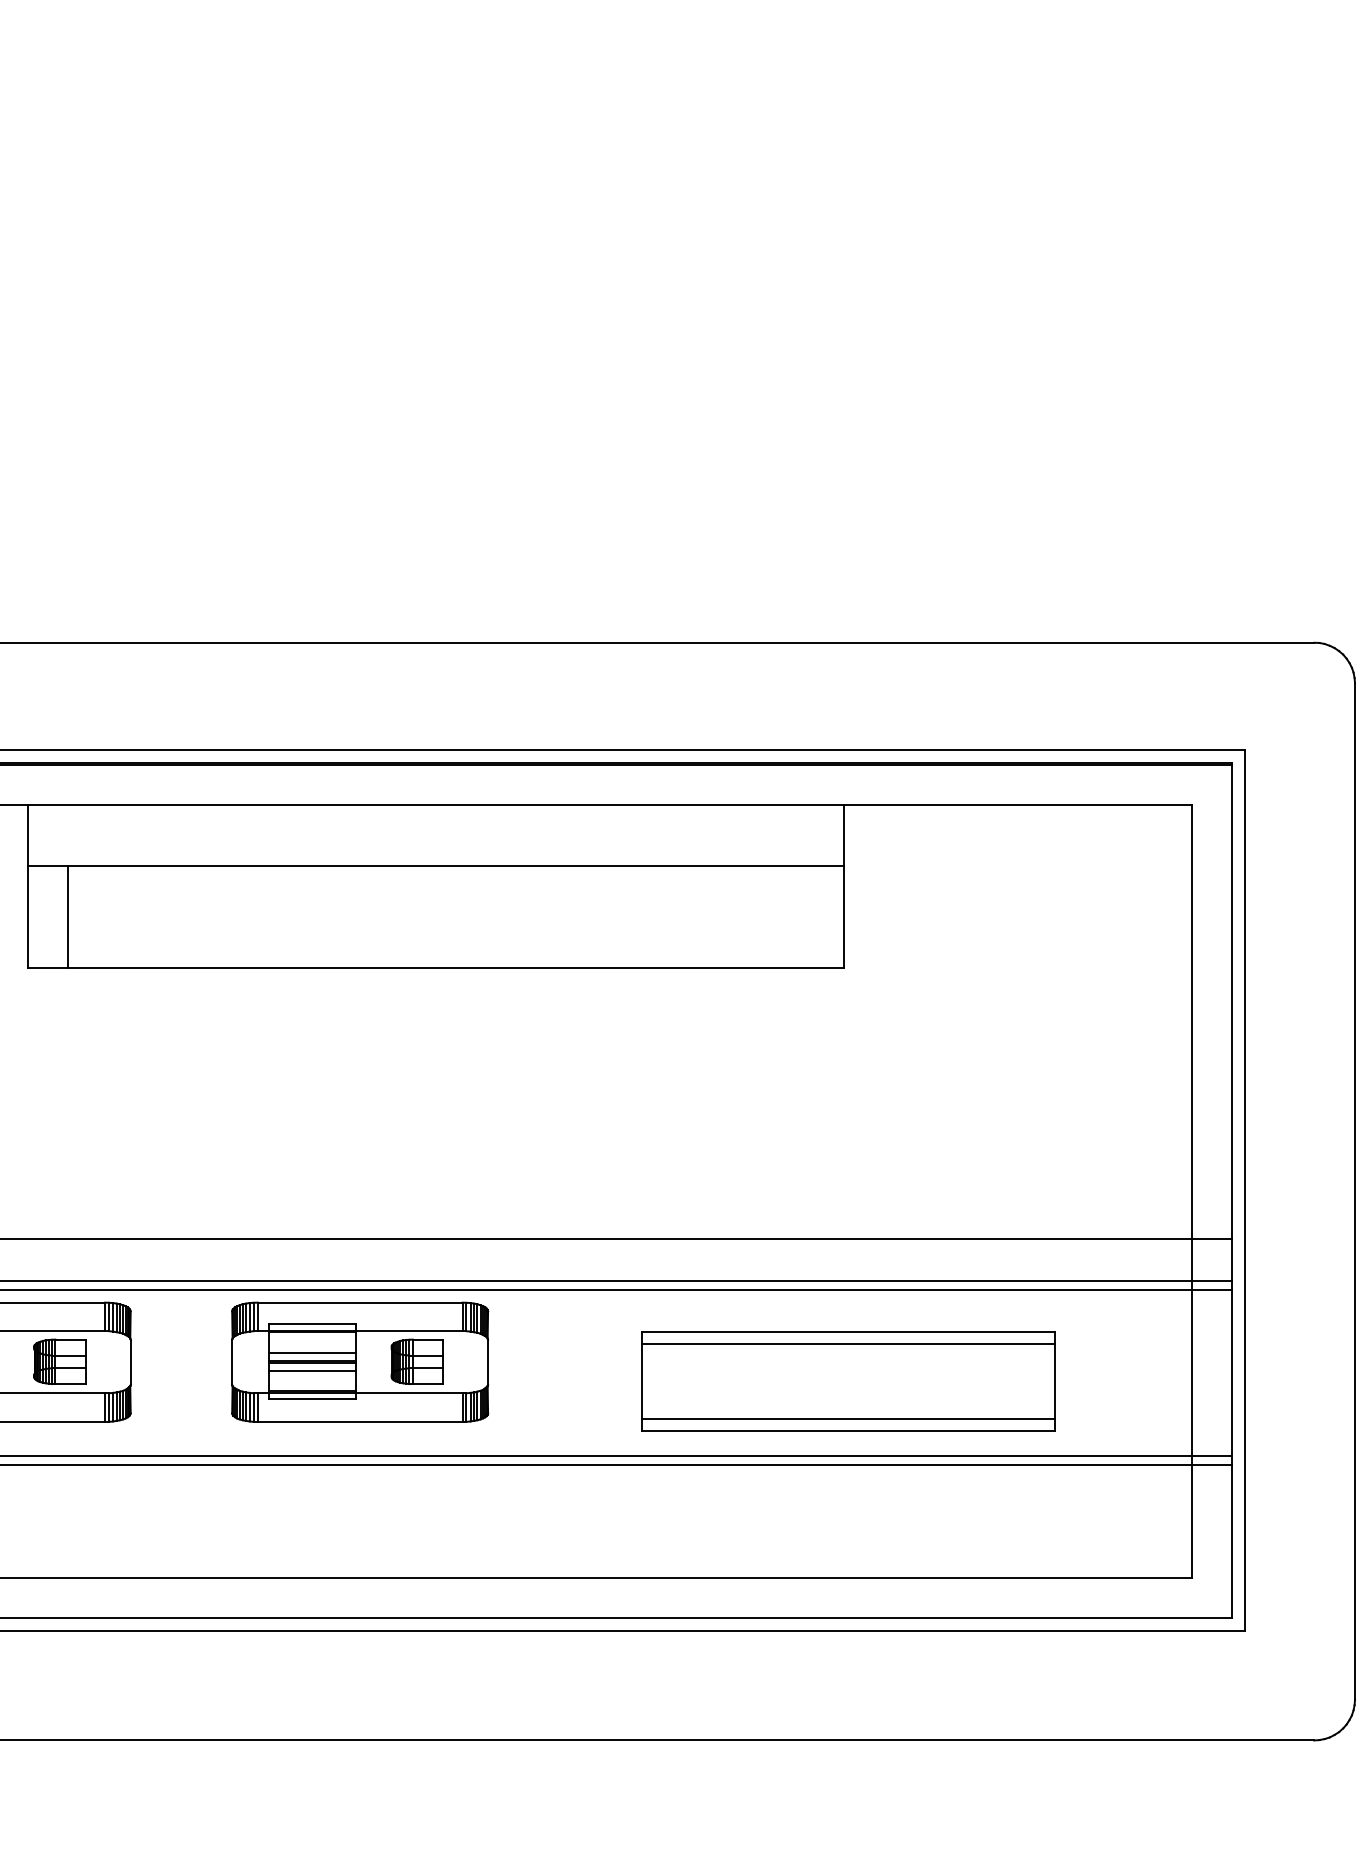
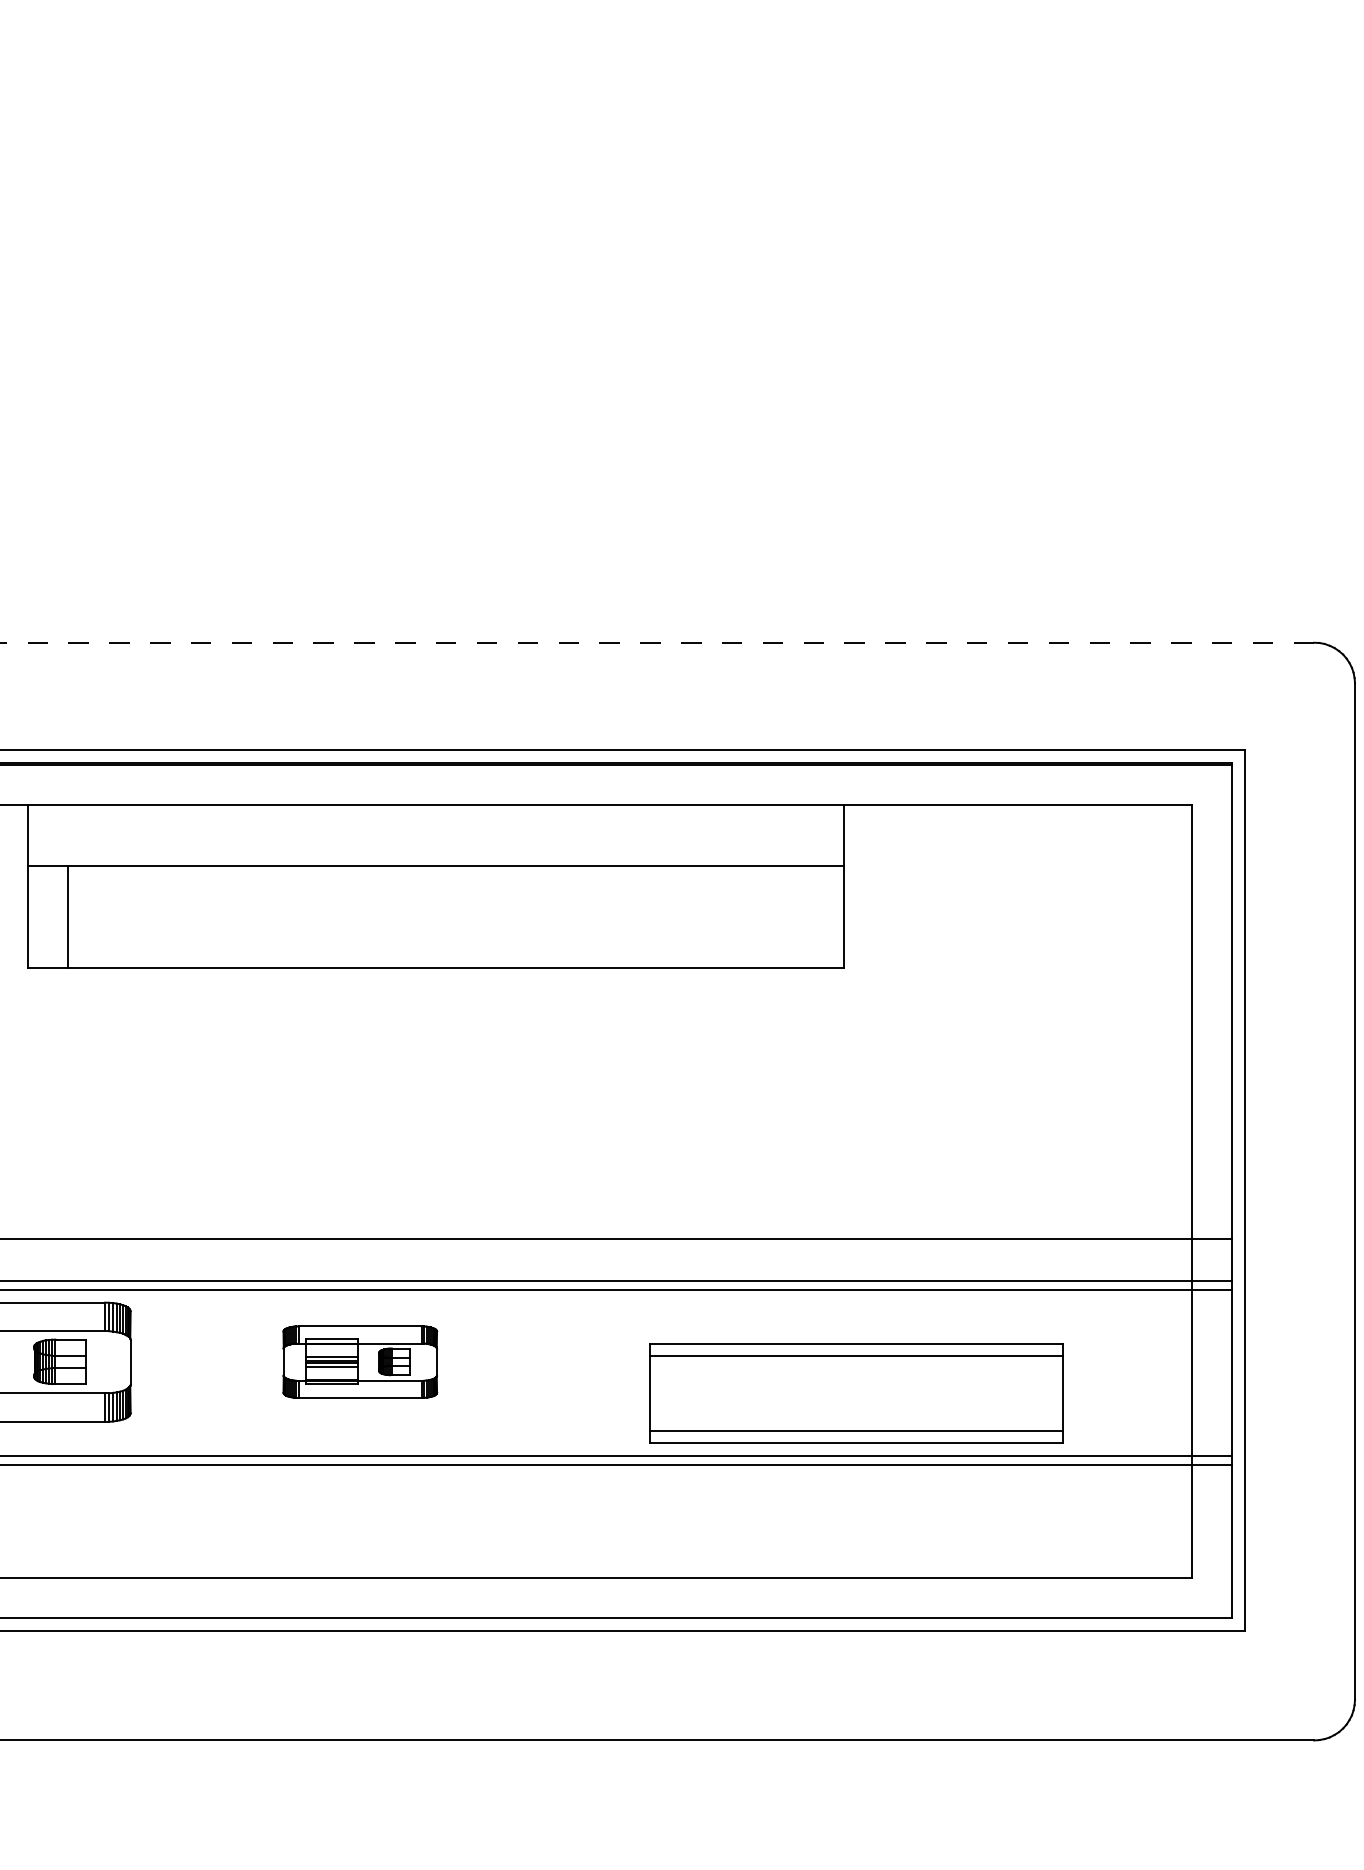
line at (657, 642): solid -> dashed
part at (360, 1361) size: 259x122 px -> 157x74 px
part at (848, 1381) position: (848, 1381) -> (856, 1393)
